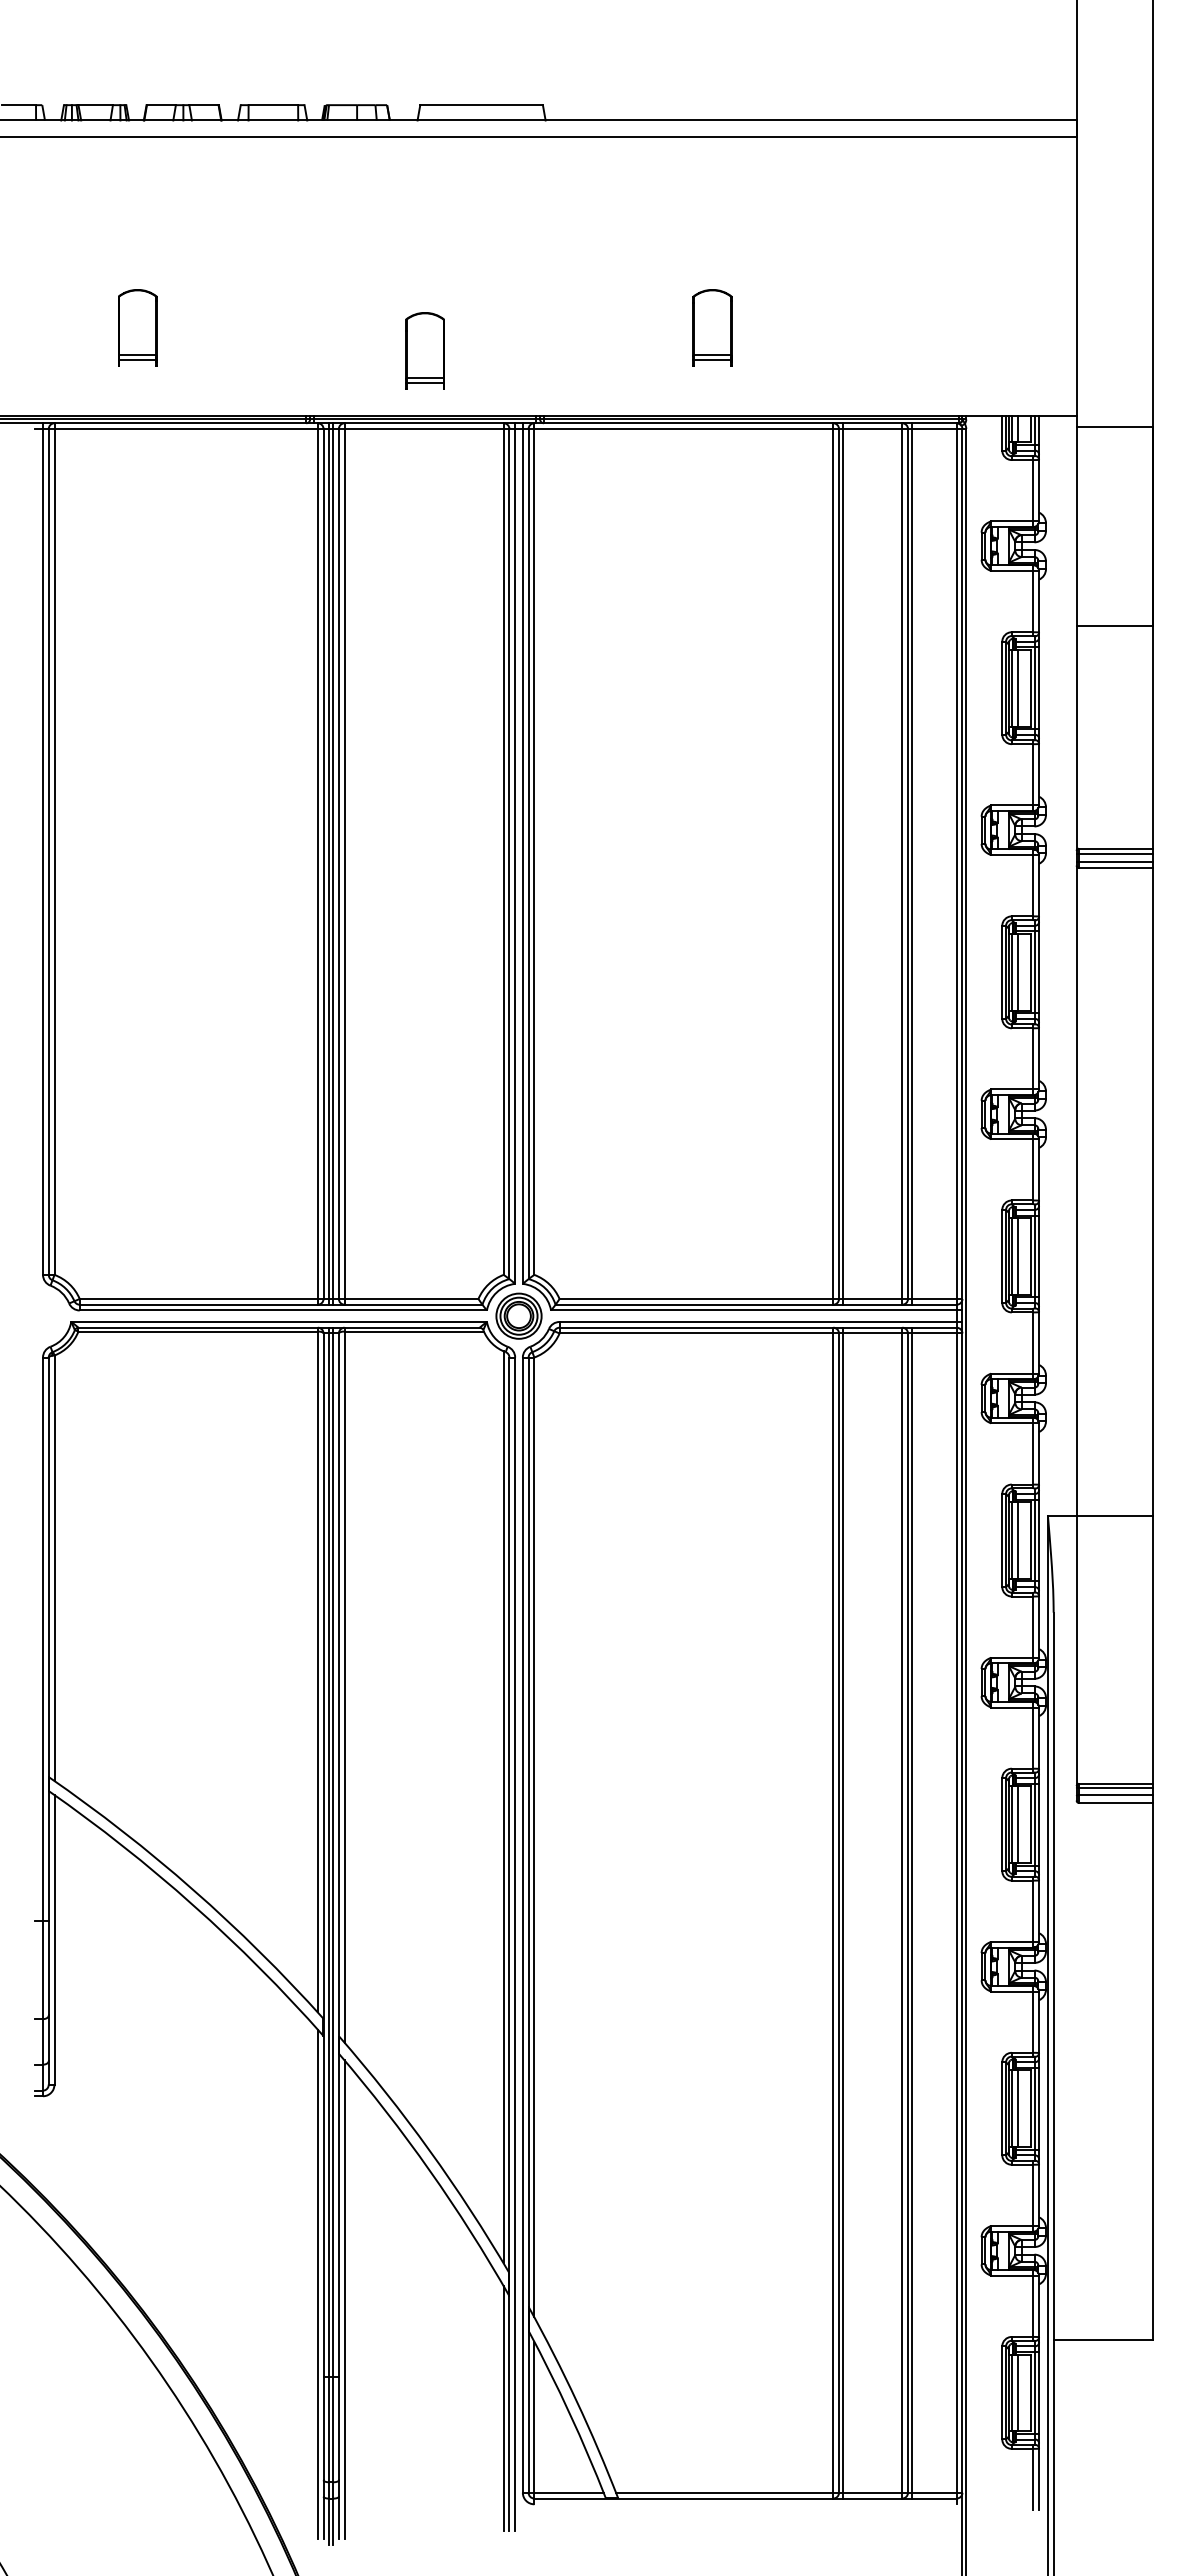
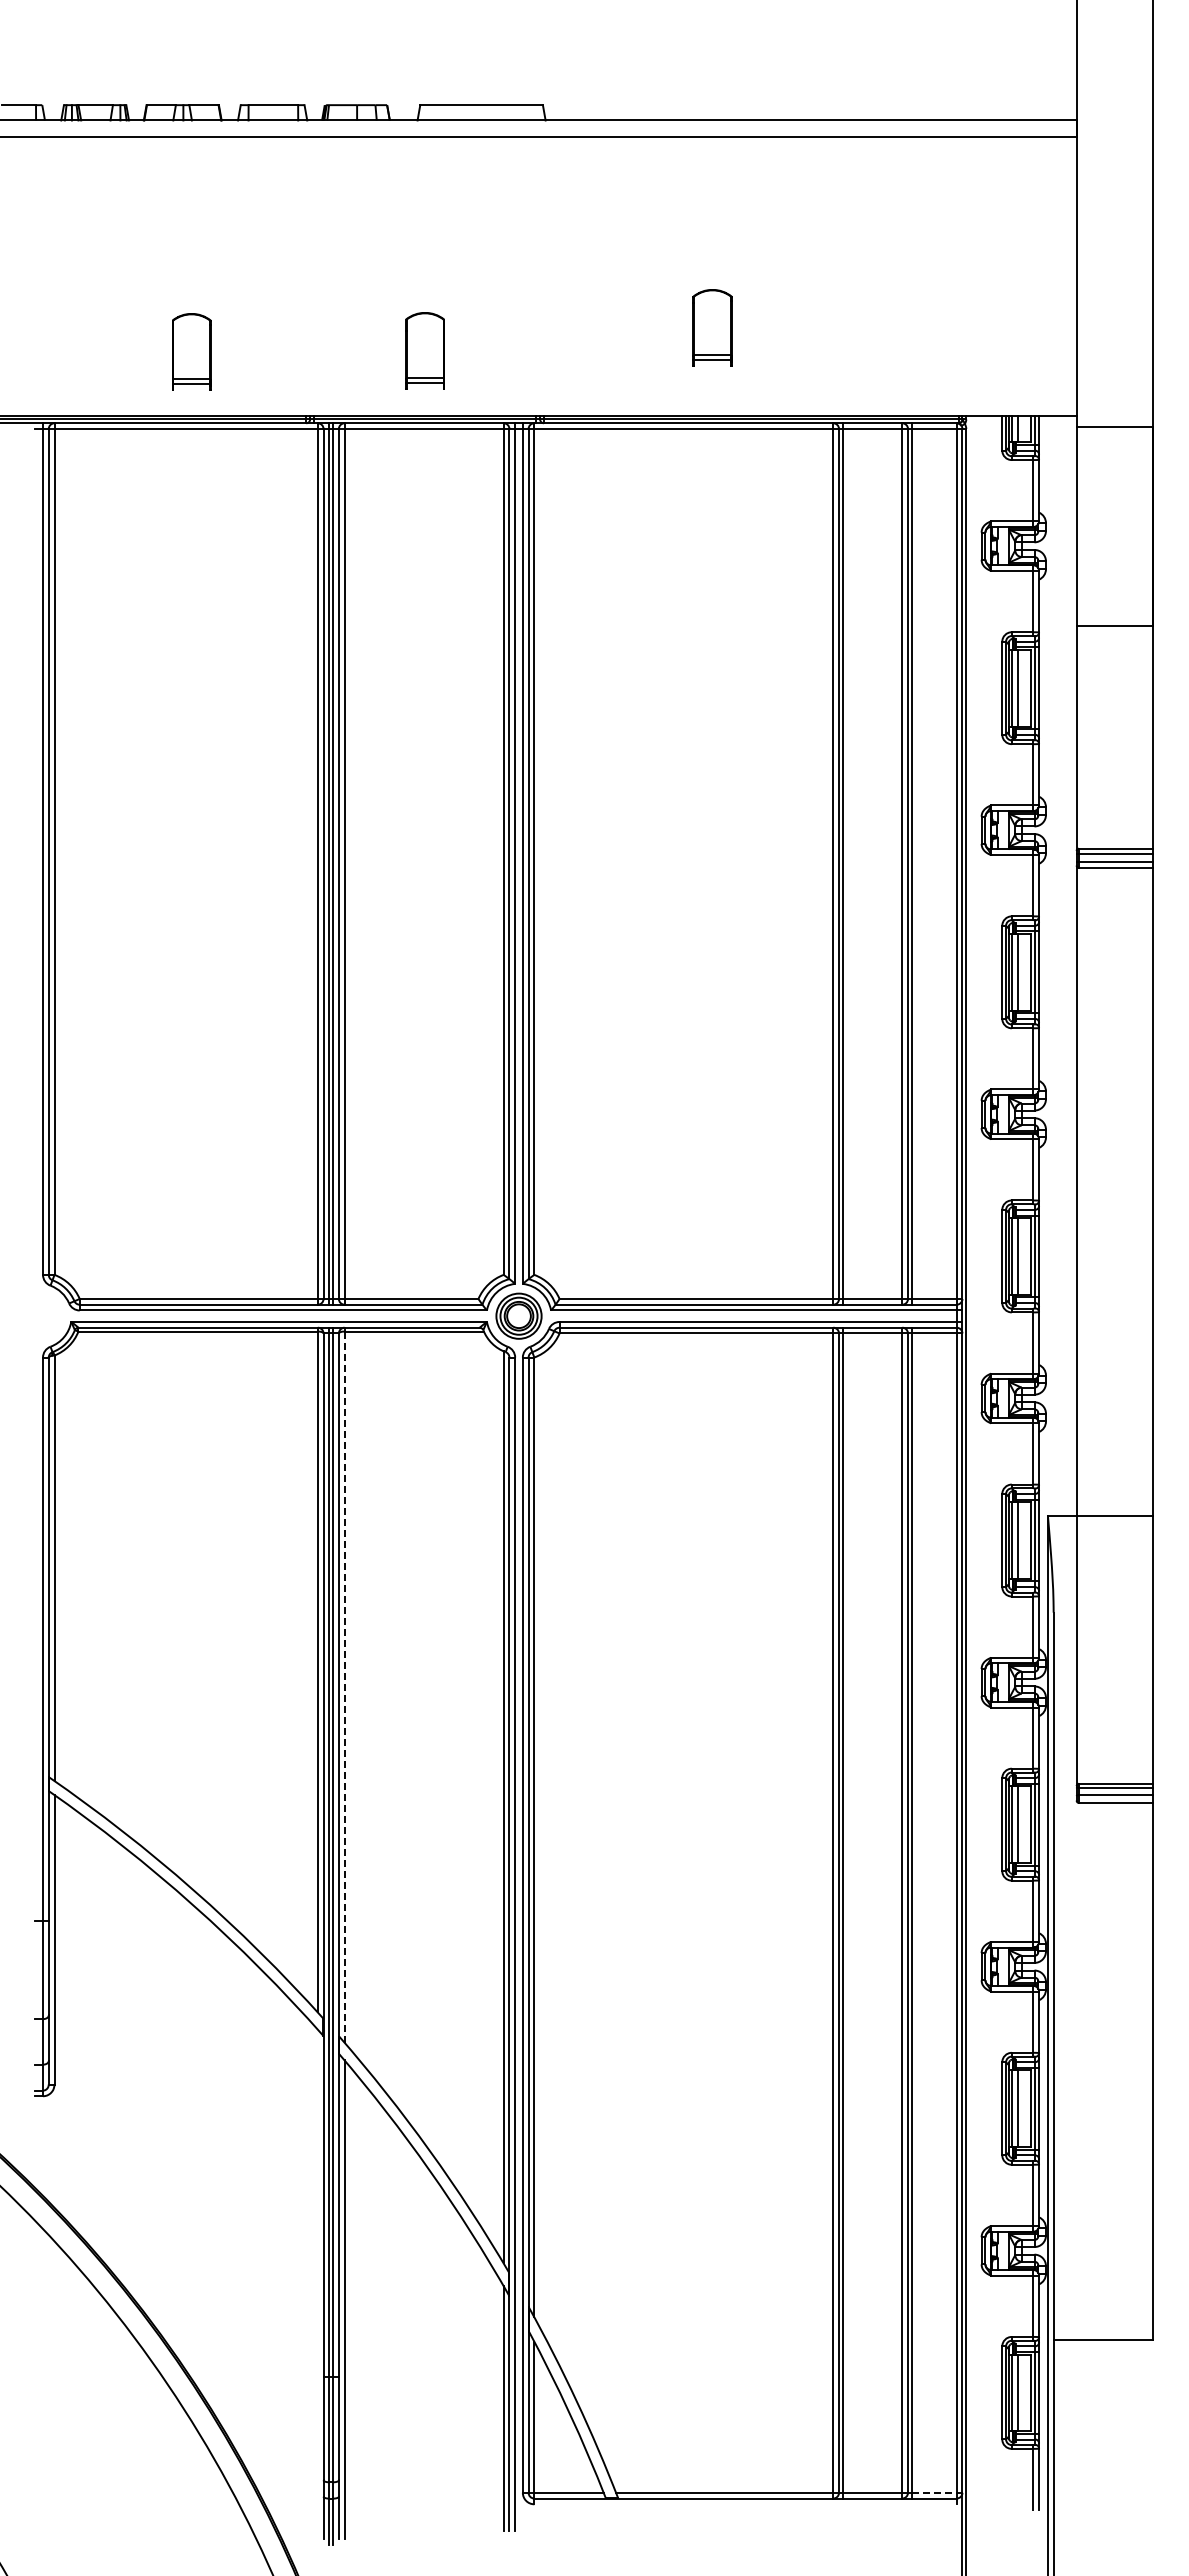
part at (137, 327) position: (137, 327) -> (191, 351)
line at (344, 1687): solid -> dashed
line at (317, 2283): present -> none
line at (934, 2492): solid -> dashed
